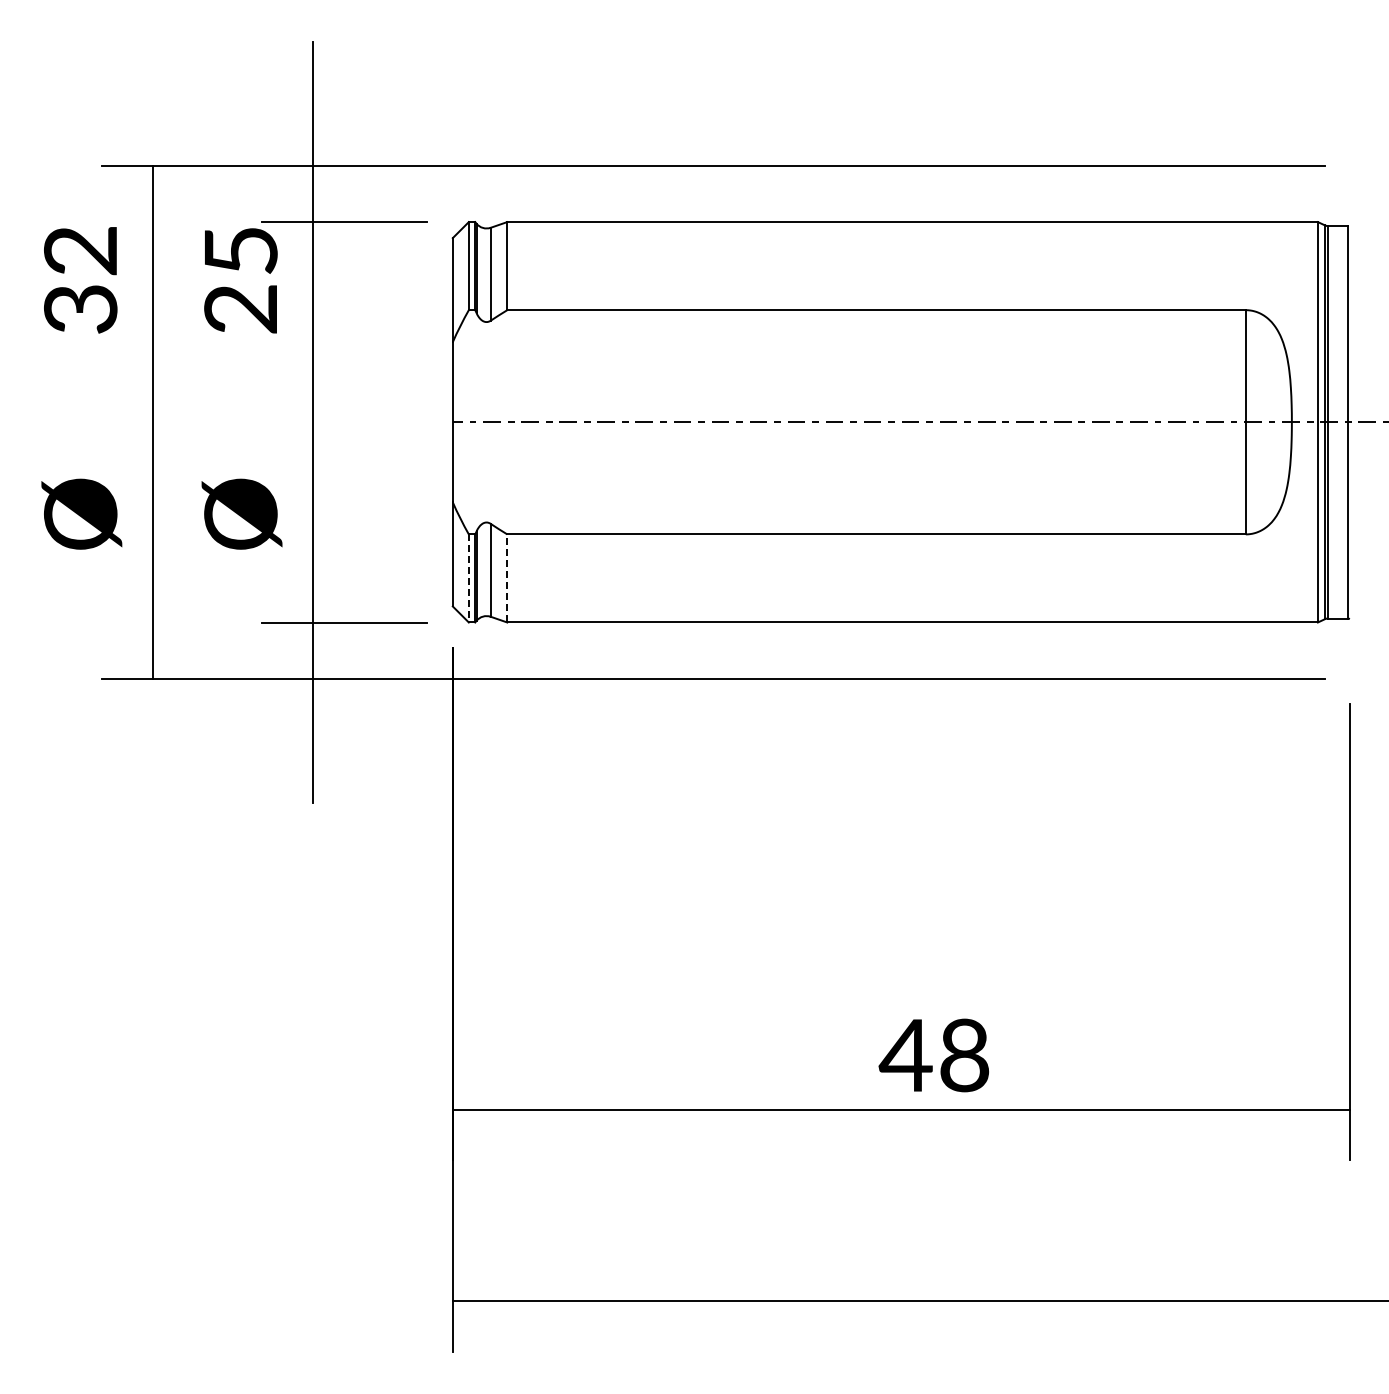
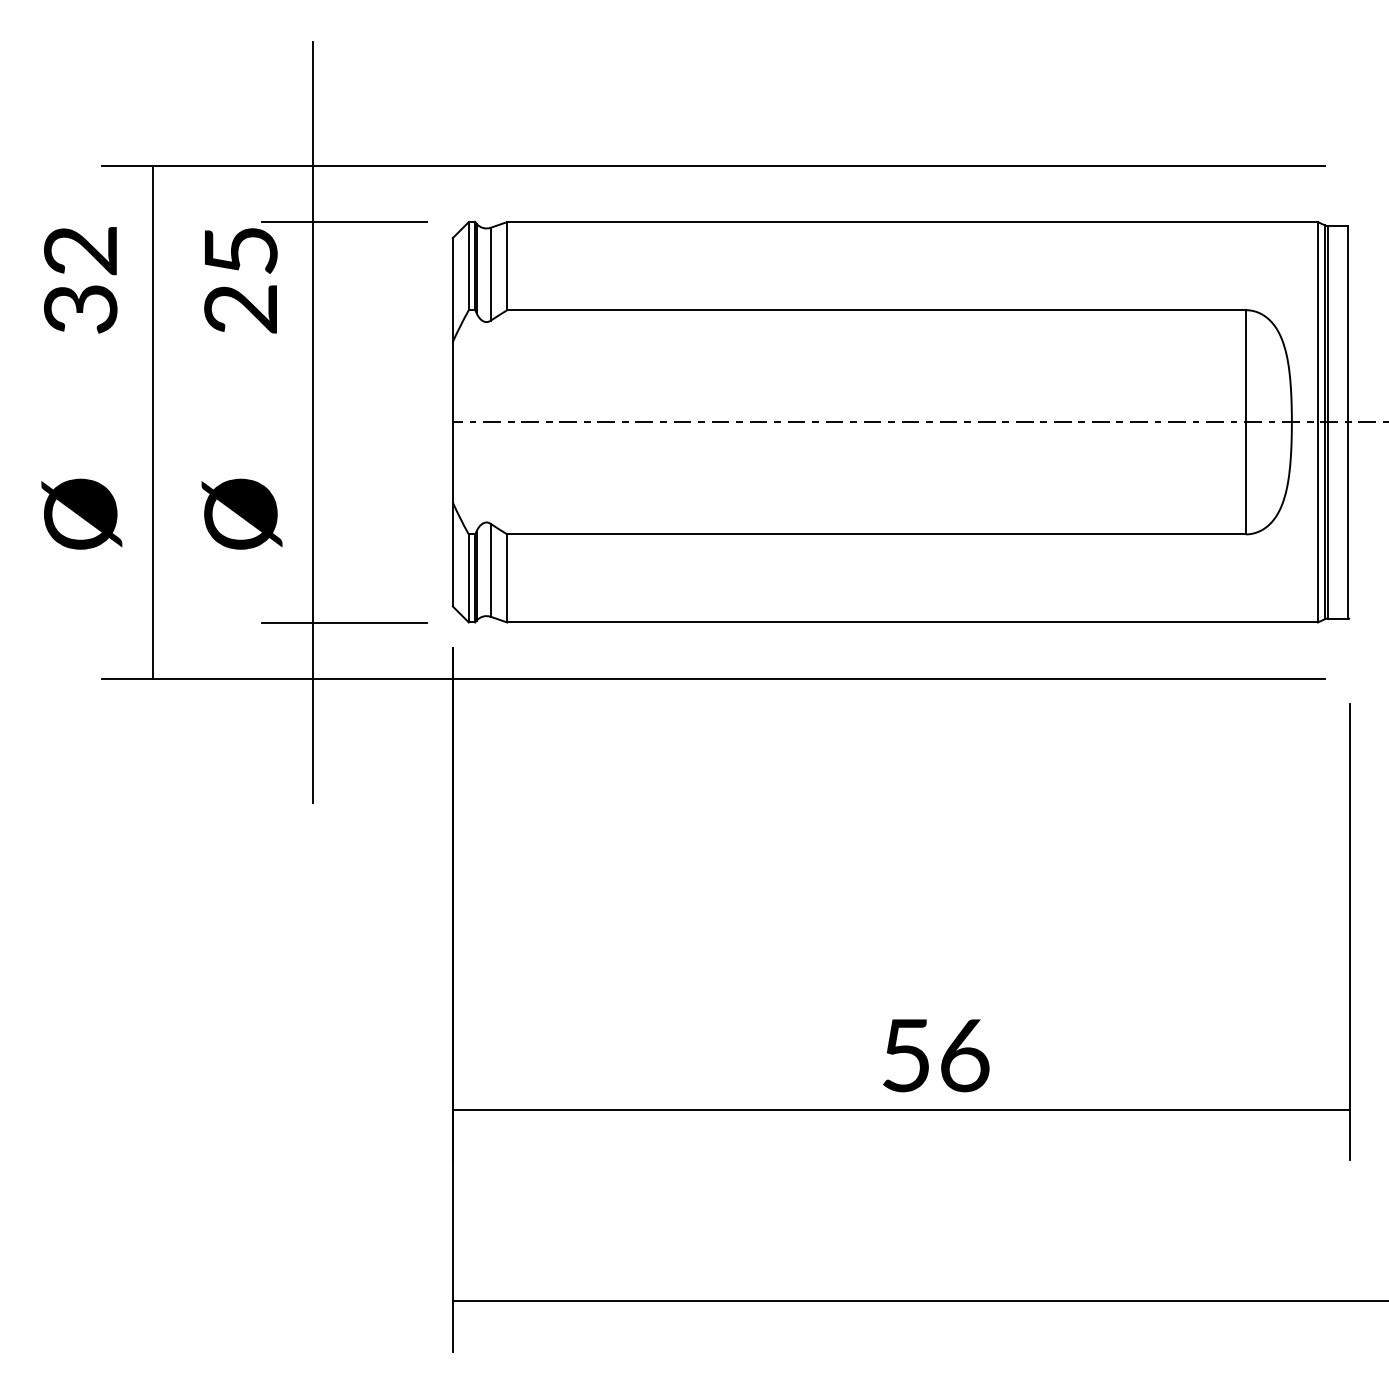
line at (507, 577): dashed -> solid
line at (468, 578): dashed -> solid
text at (933, 1055): 48 -> 56
